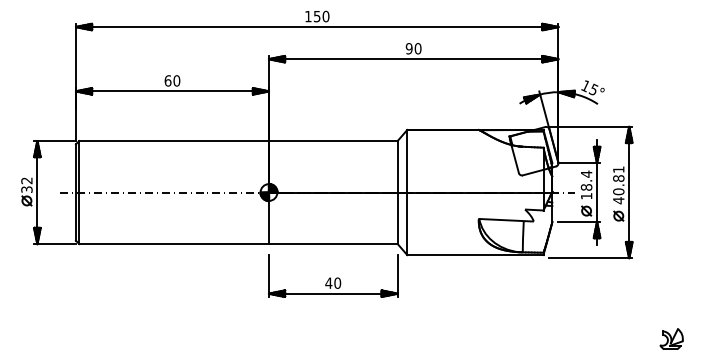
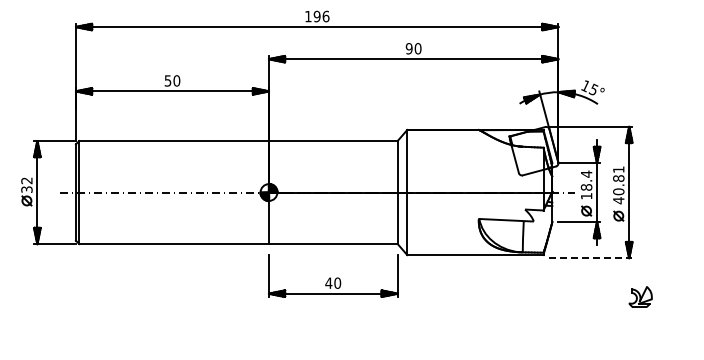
text at (321, 15): 150 -> 196
text at (167, 80): 60 -> 50
line at (590, 258): solid -> dashed
part at (671, 338) position: (671, 338) -> (640, 296)
